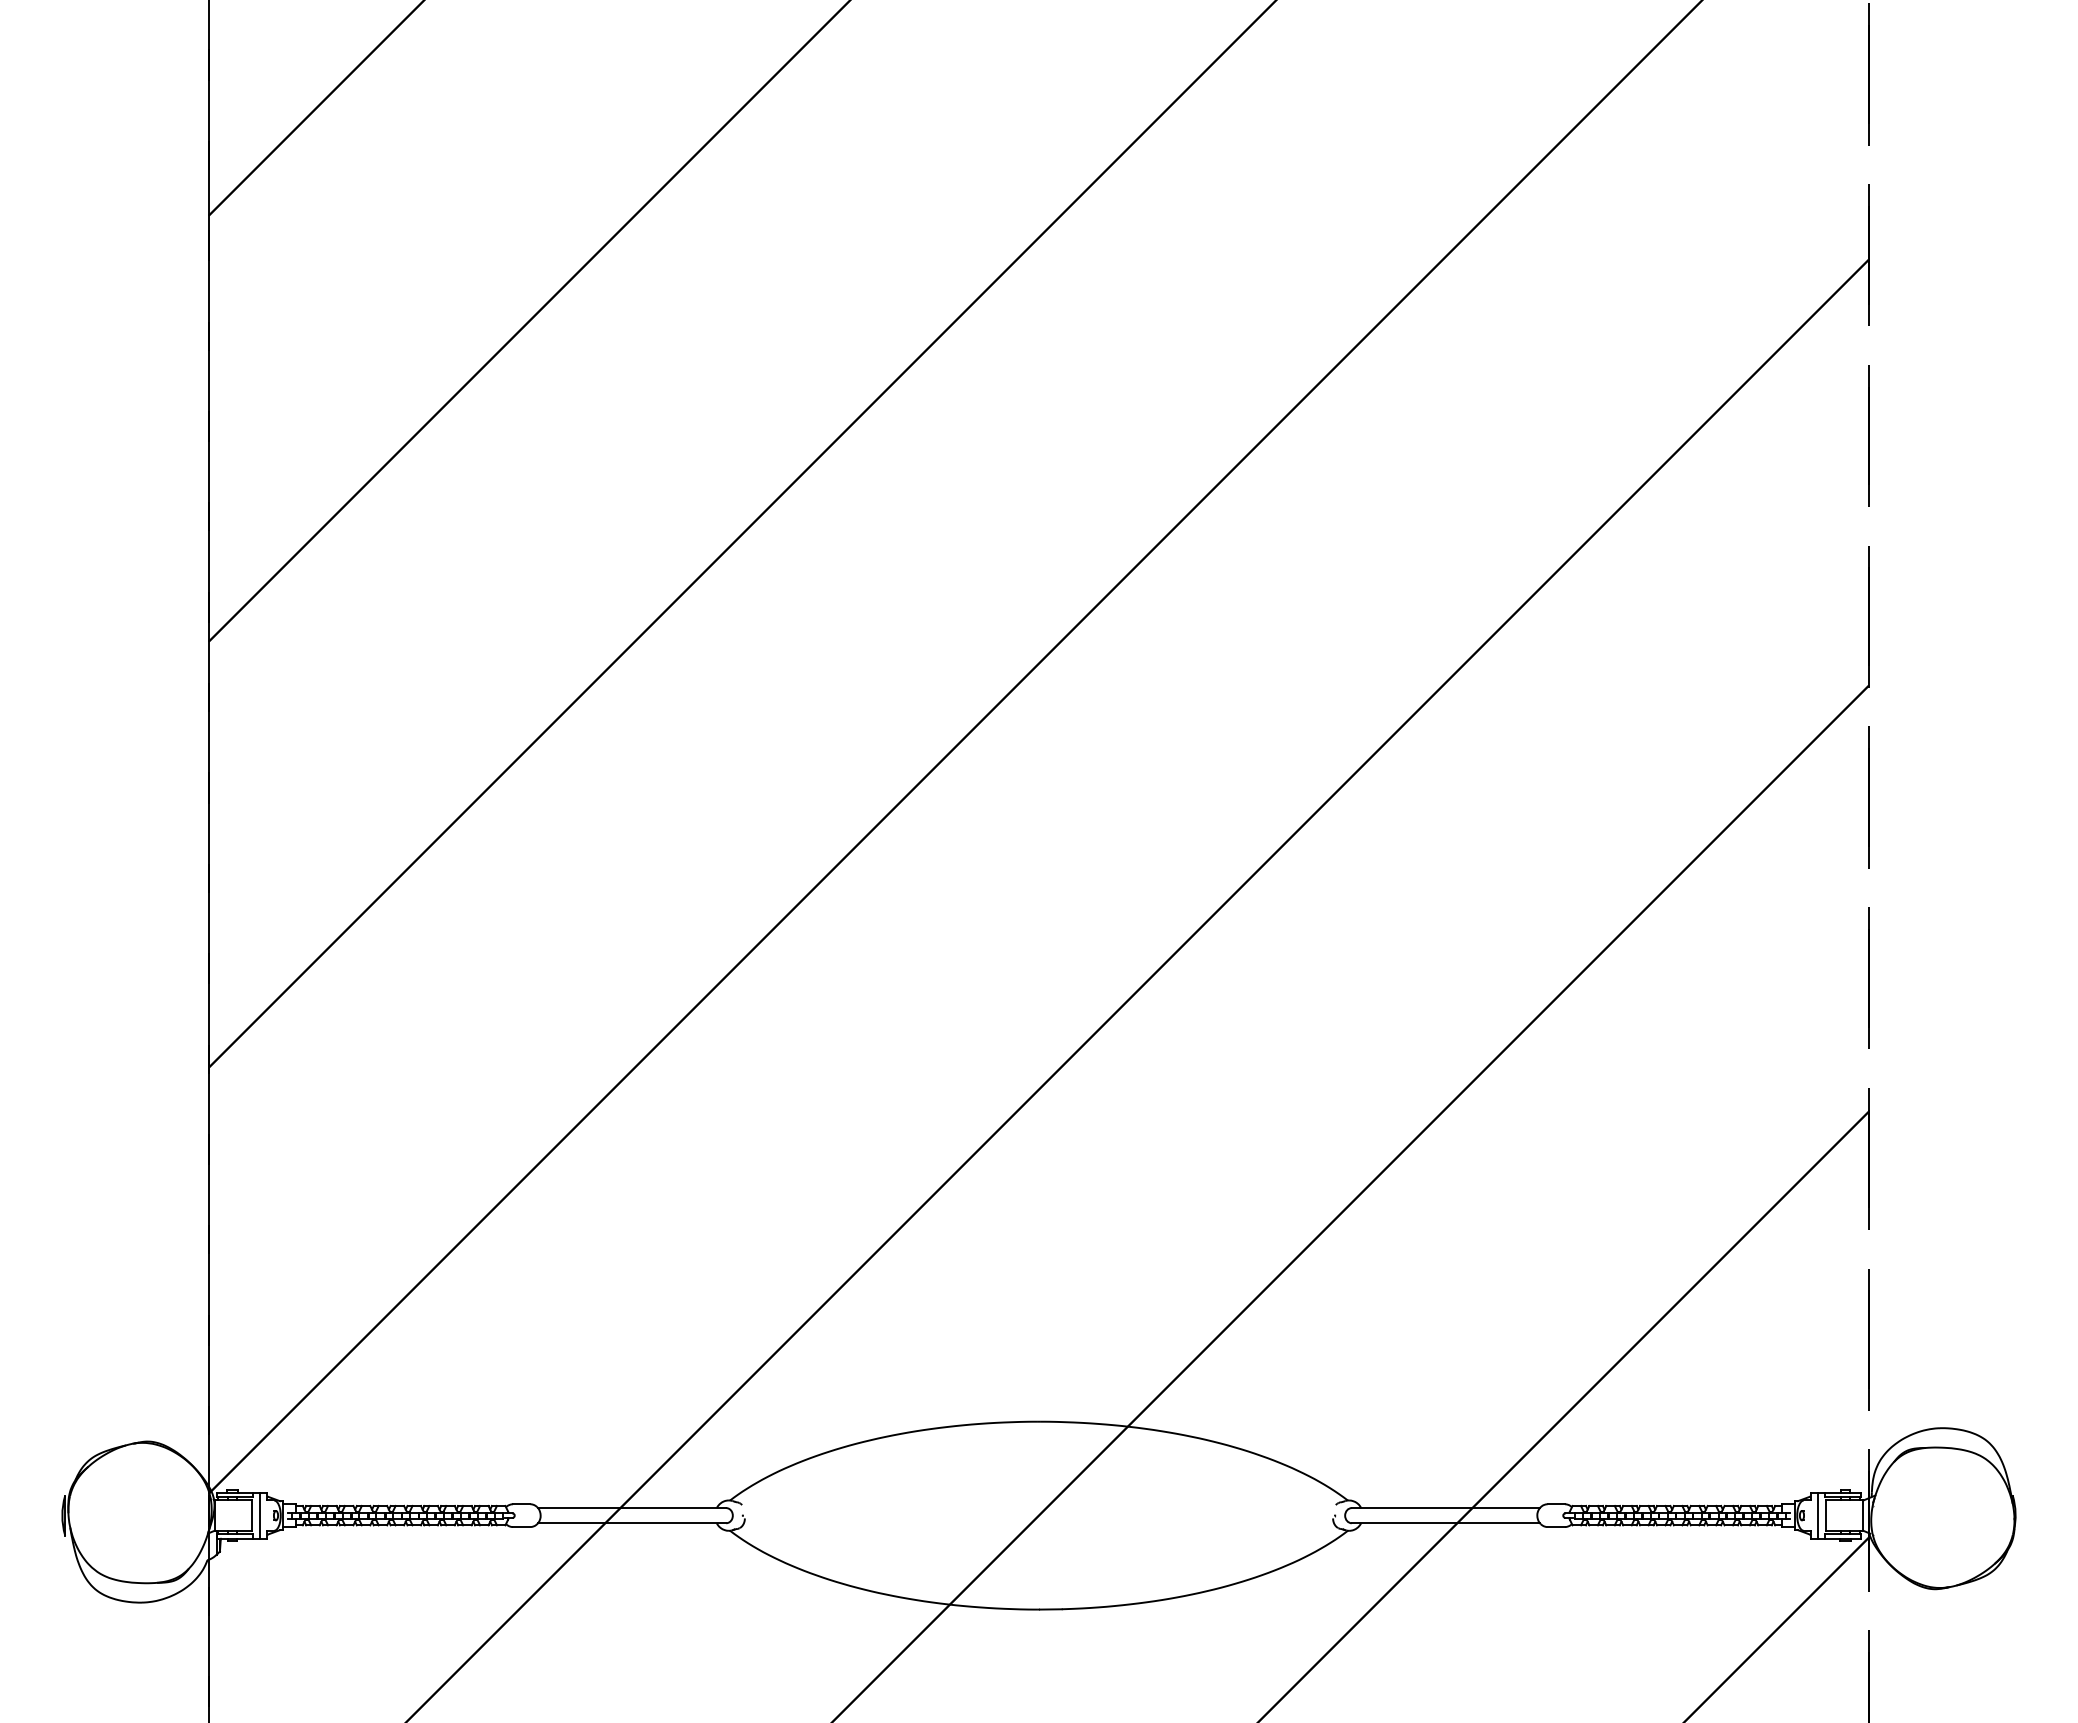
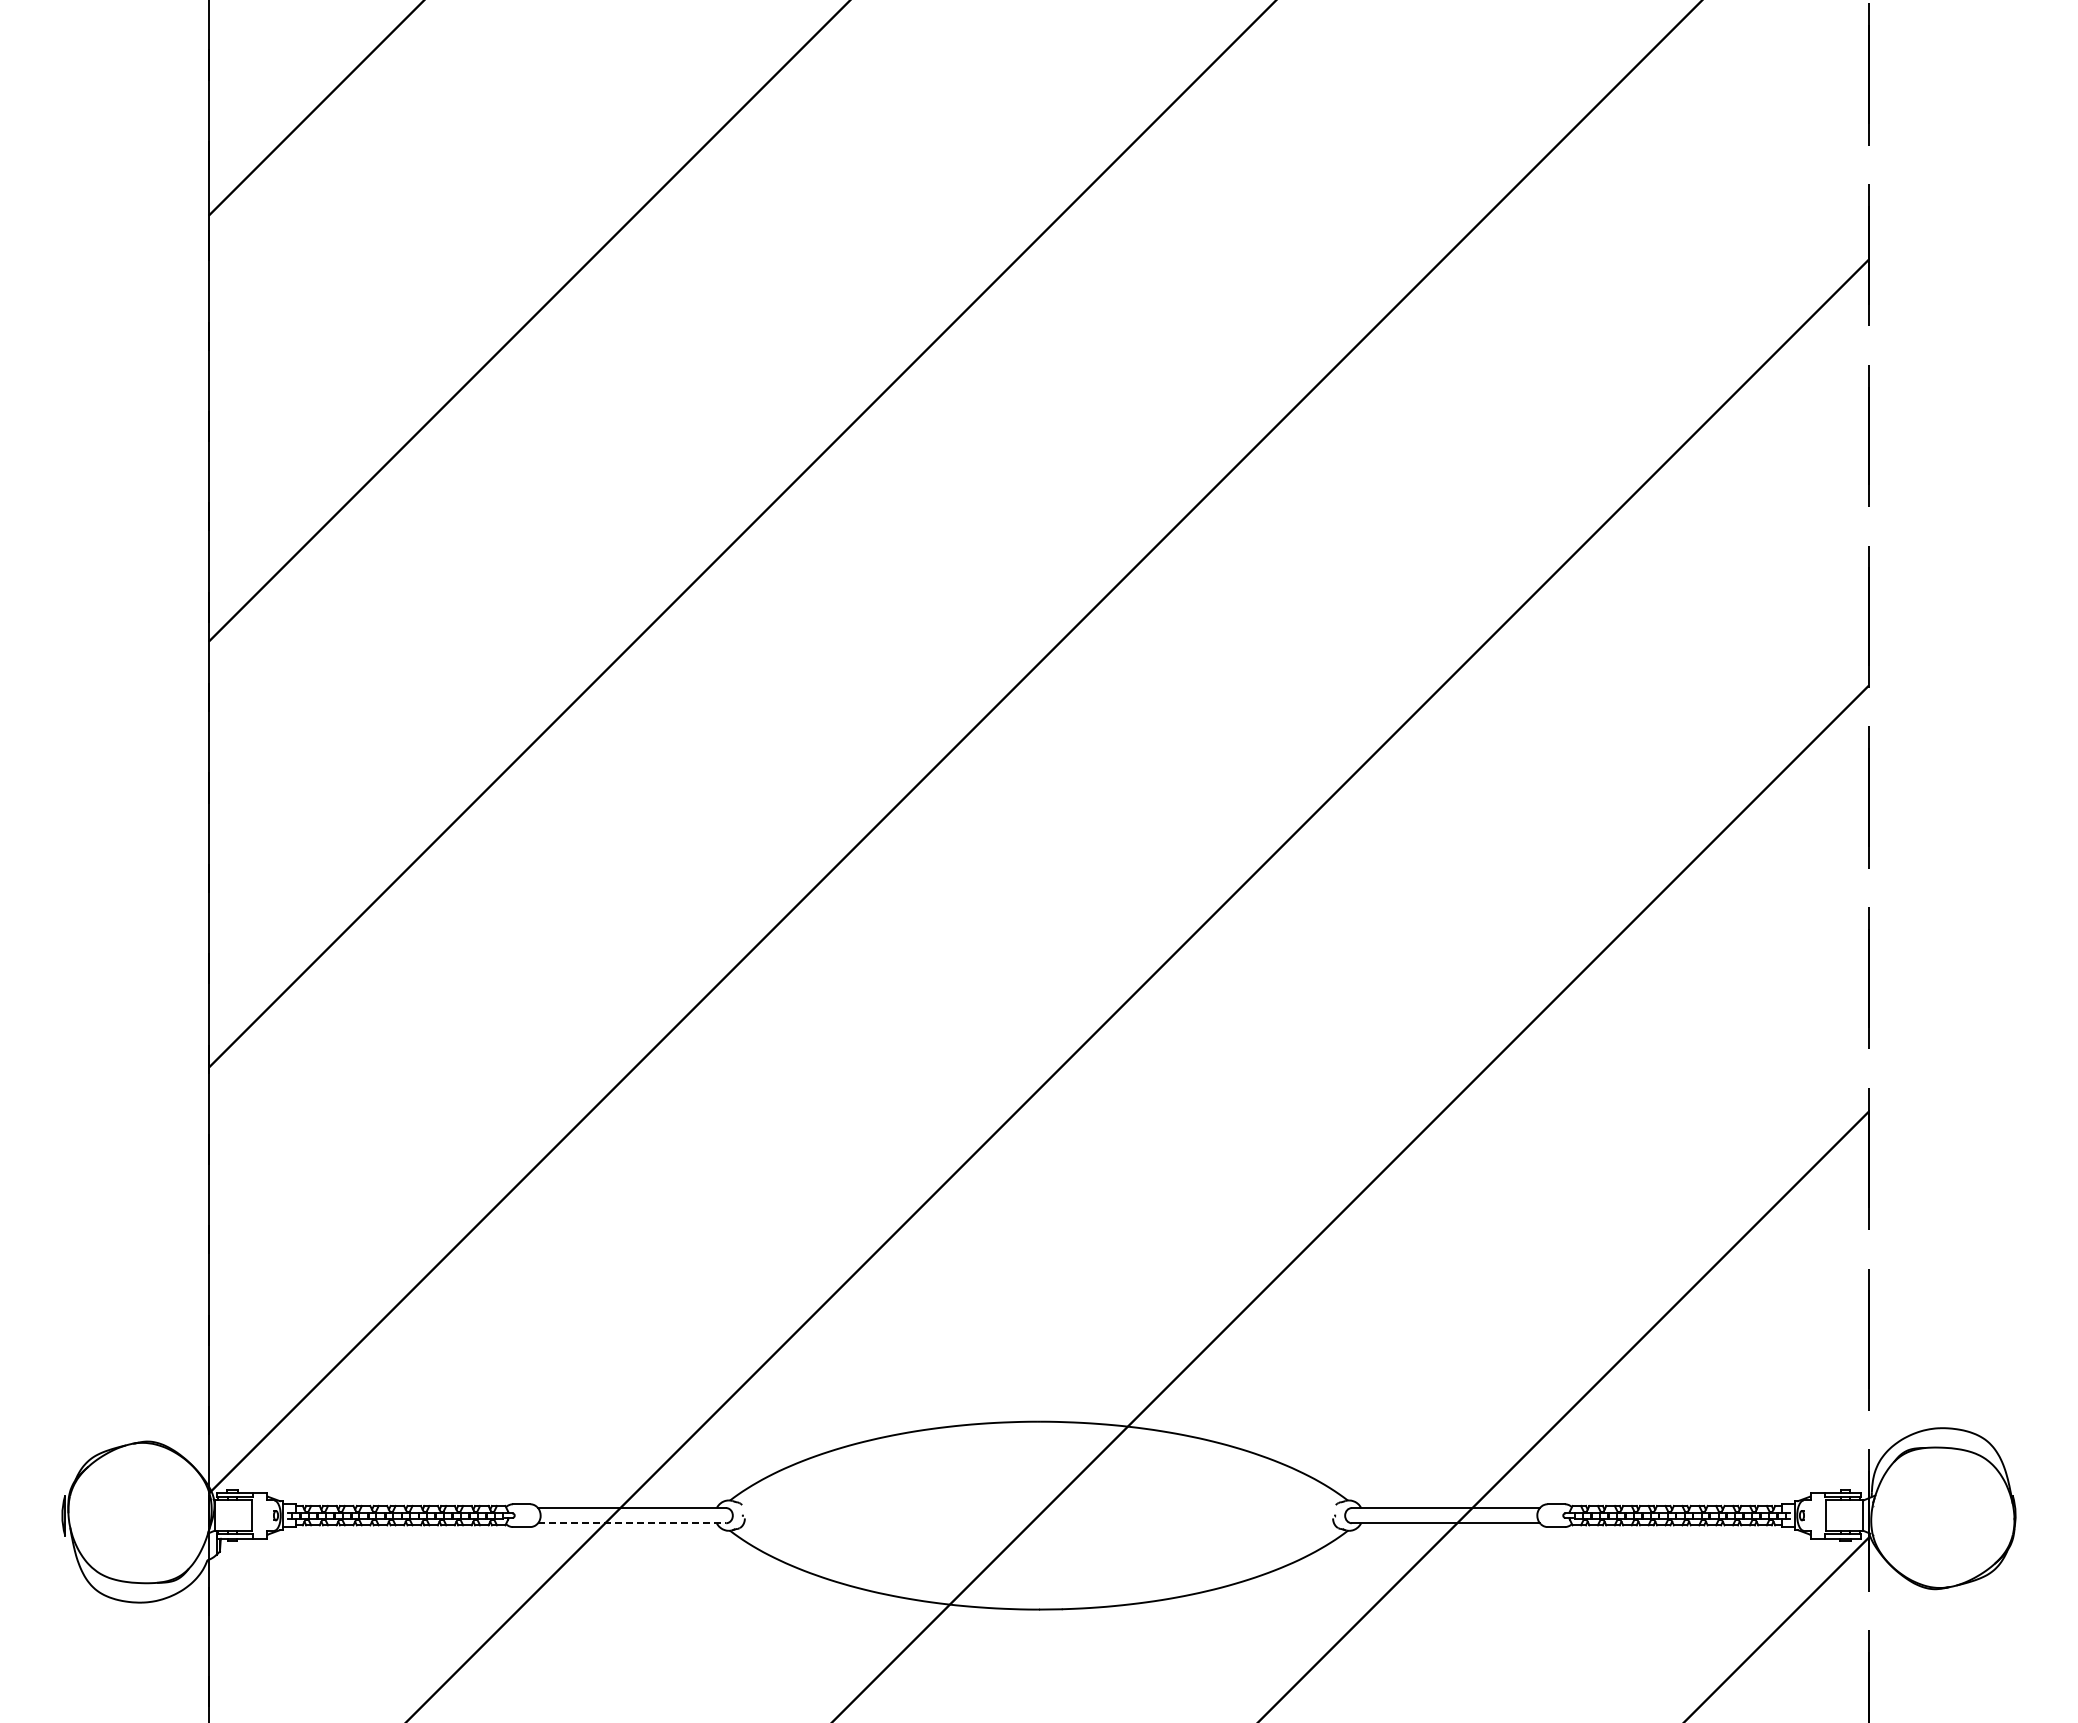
line at (259, 1515): present -> none
line at (1818, 1515): present -> none
line at (632, 1523): solid -> dashed
